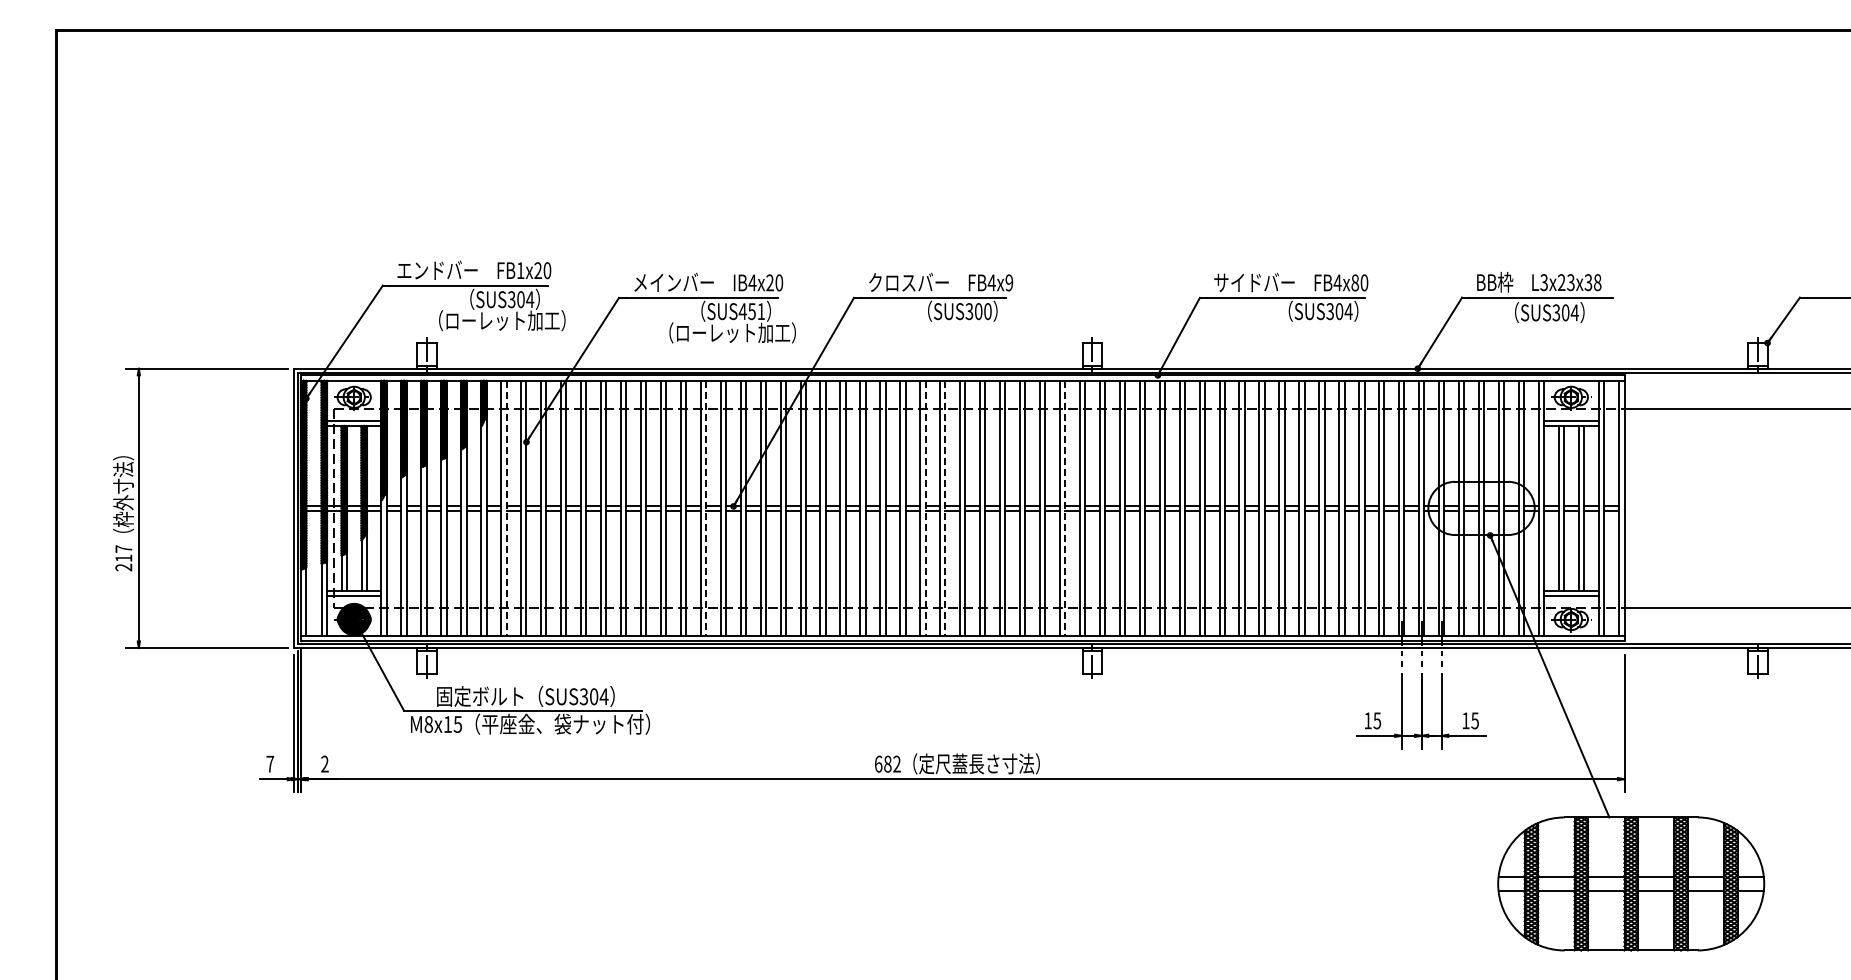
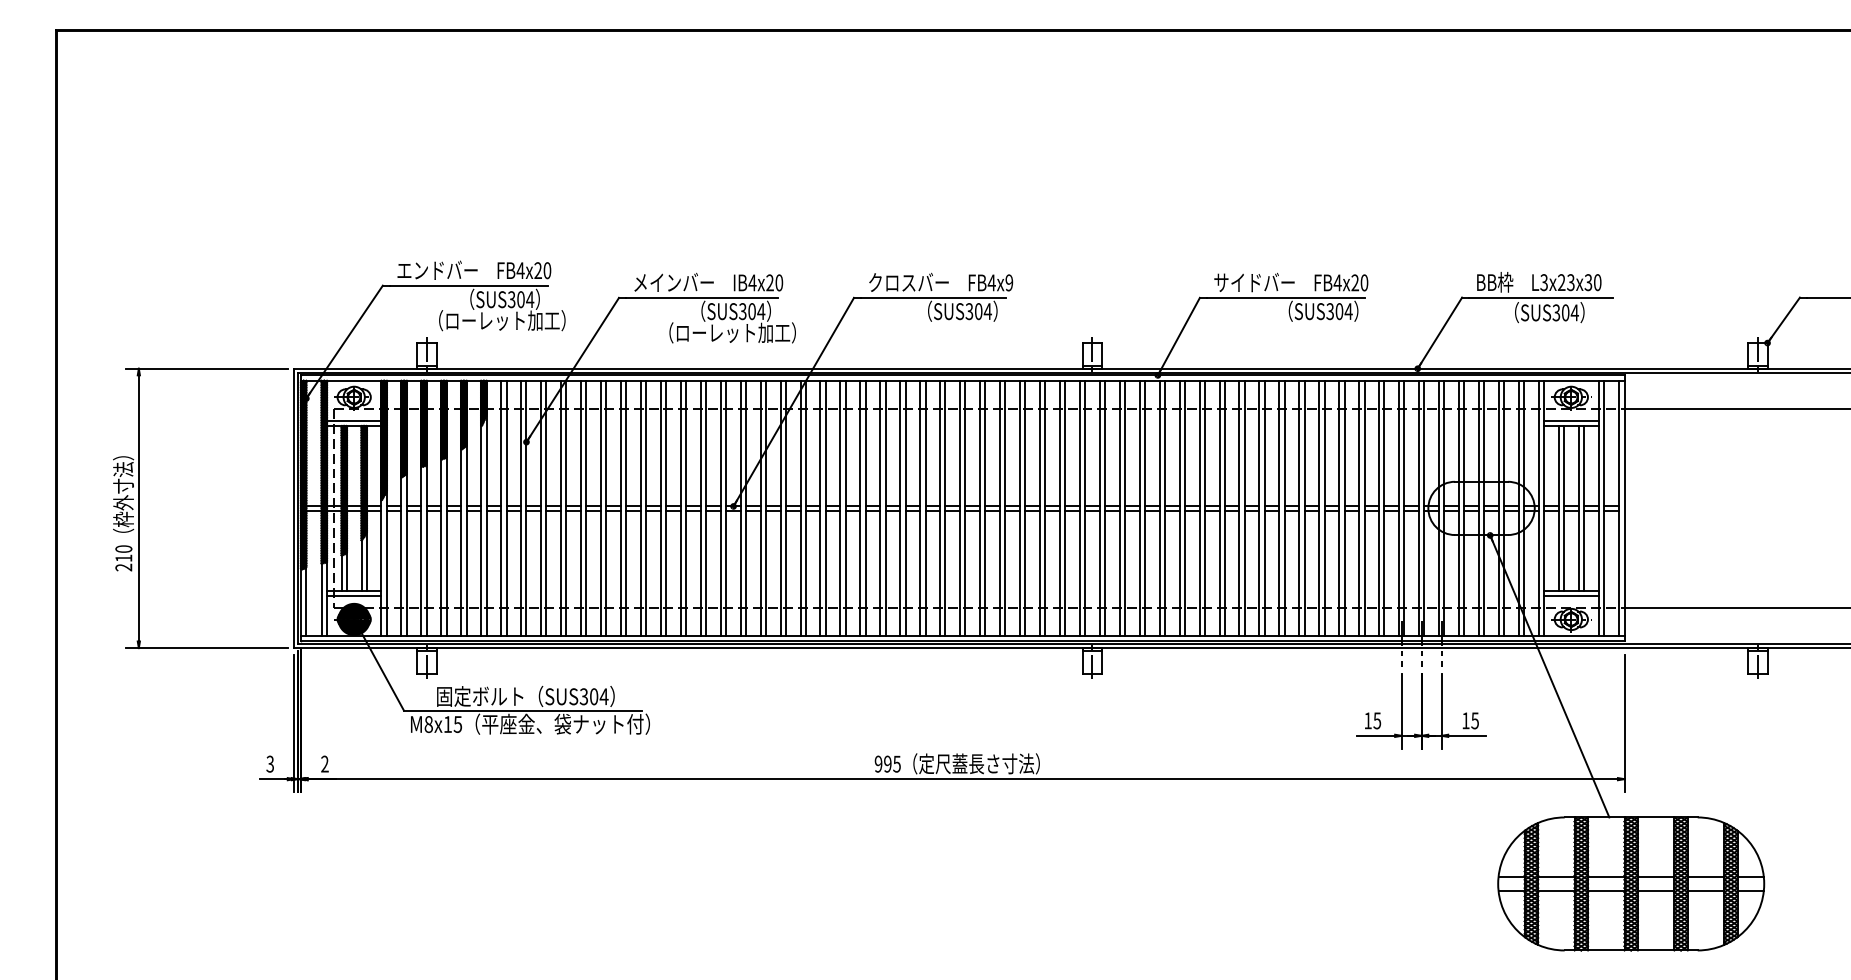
text at (520, 270): FB1x20 -> FB4x20
text at (1355, 282): FB4x80 -> FB4x20
text at (1597, 282): L3x23x38 -> L3x23x30
text at (751, 311): SUS451 -> SUS304
text at (987, 311): SUS300 -> SUS304
line at (506, 508): dashed -> solid
line at (706, 508): dashed -> solid
line at (925, 508): dashed -> solid
line at (945, 508): dashed -> solid
line at (1065, 508): dashed -> solid
text at (123, 548): 217 -> 210
text at (270, 763): 7 -> 3
text at (887, 763): 682 -> 995
